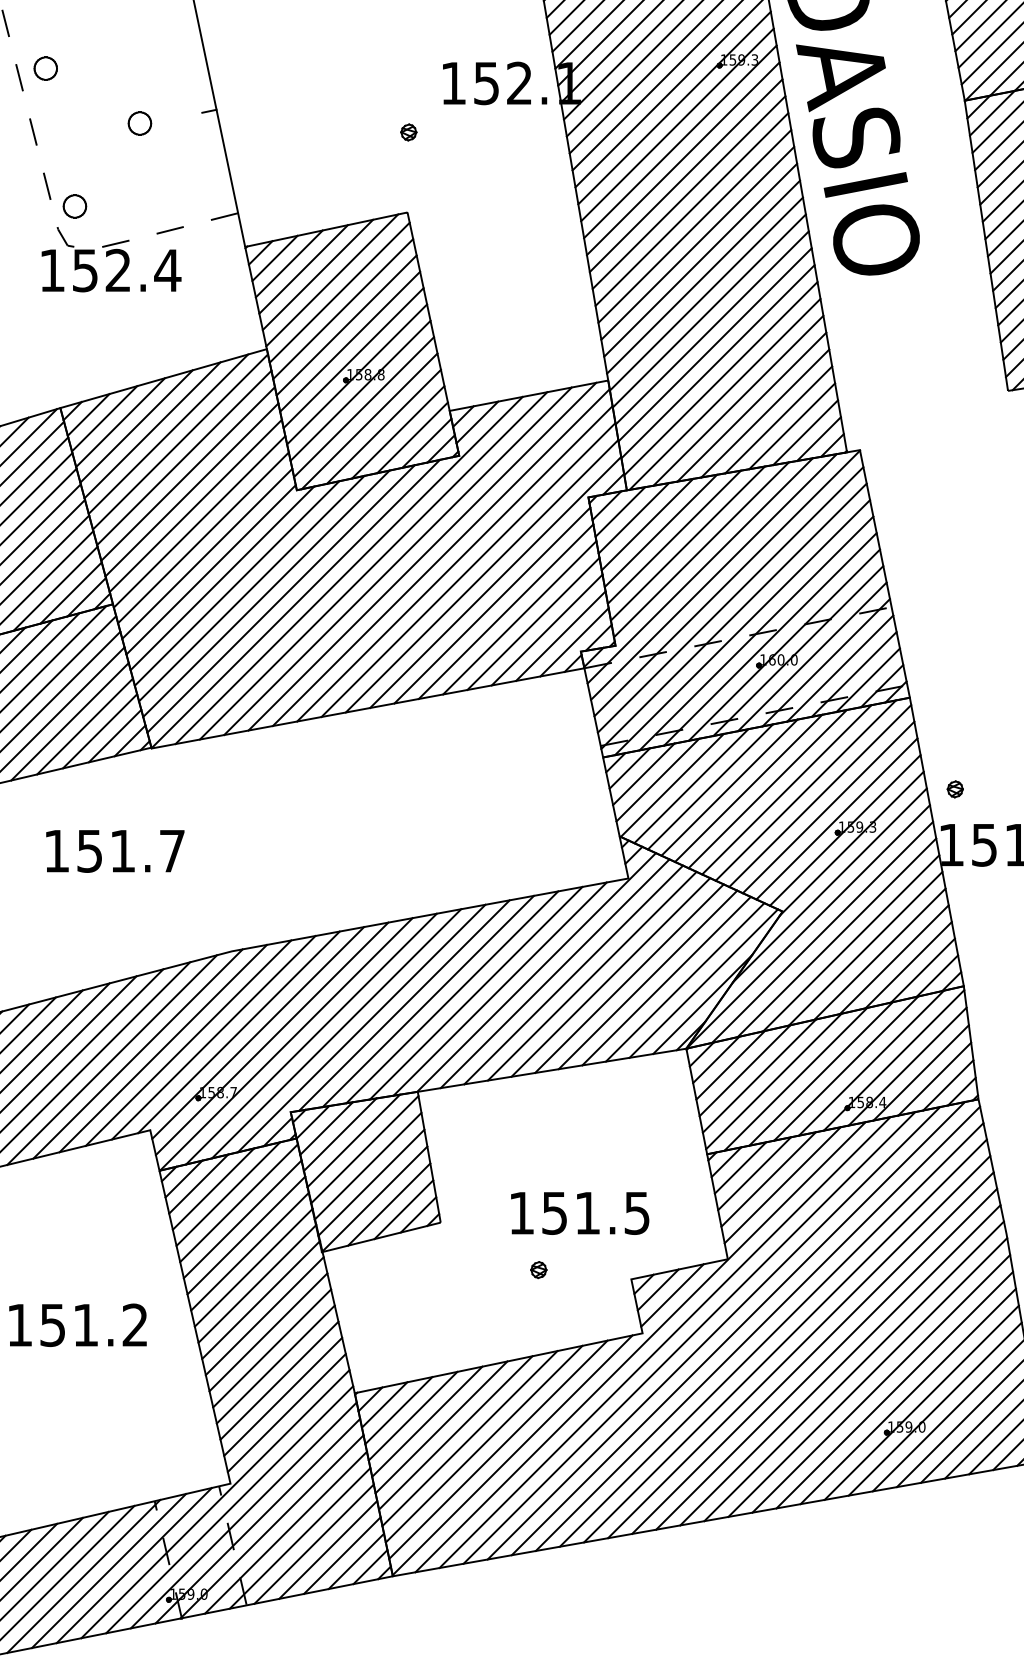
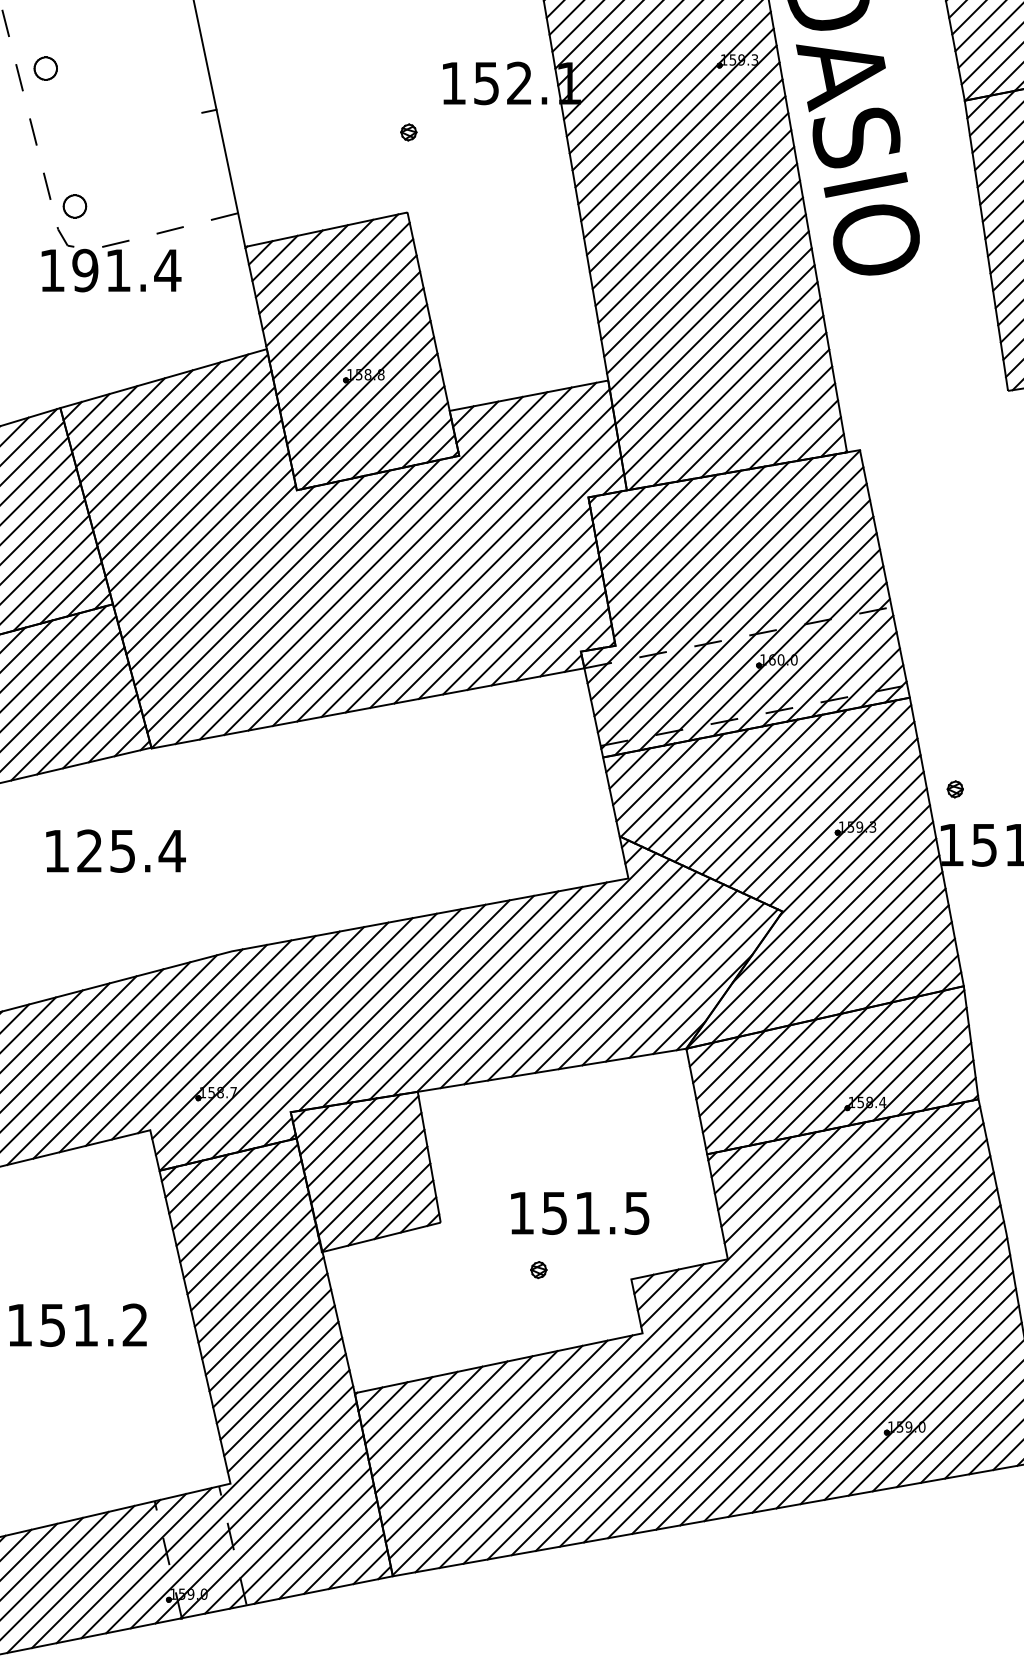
part at (139, 123): present -> none
text at (101, 270): 152.4 -> 191.4
text at (131, 850): 151.7 -> 125.4
